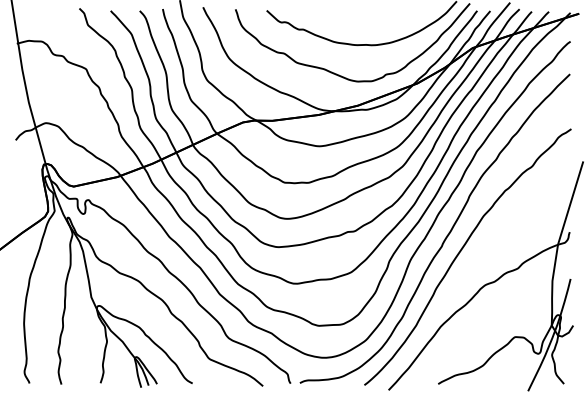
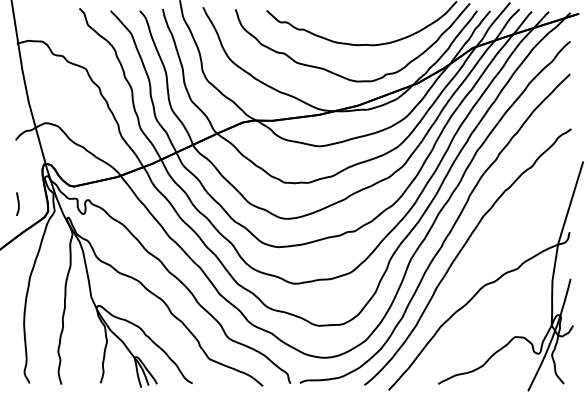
curve at (17, 203): none -> present
